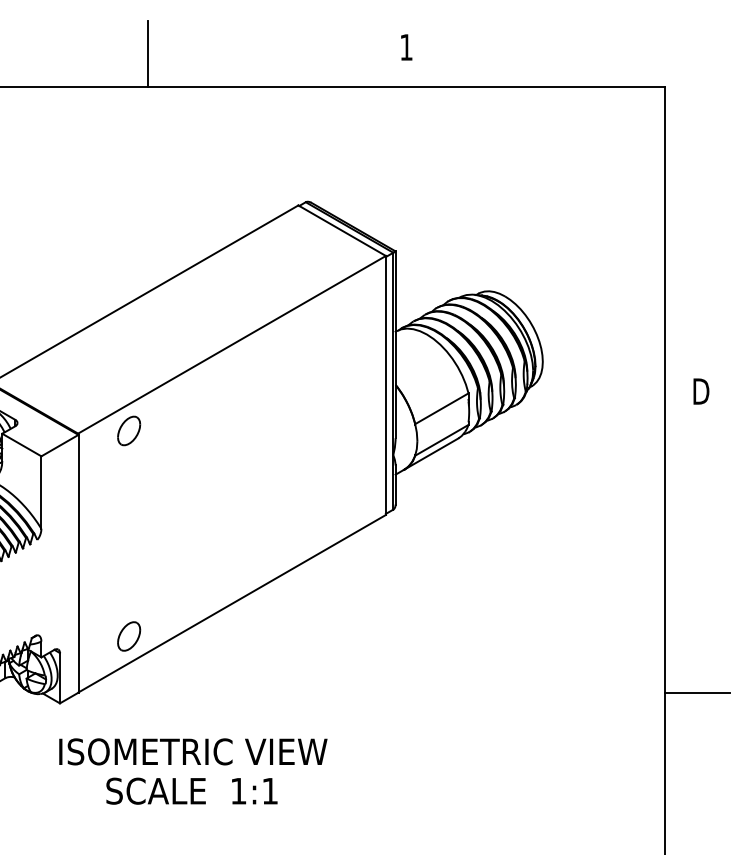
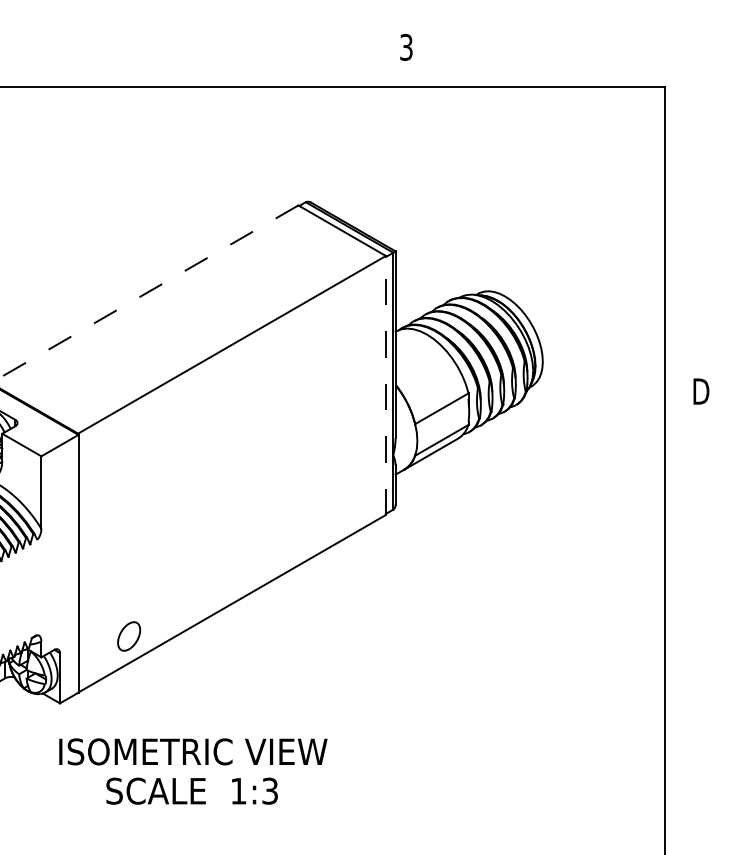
text at (406, 46): 1 -> 3
line at (148, 53): present -> none
line at (148, 291): solid -> dashed
line at (385, 385): solid -> dashed
part at (129, 430): present -> none
line at (697, 693): present -> none
text at (269, 790): 1:1 -> 1:3
